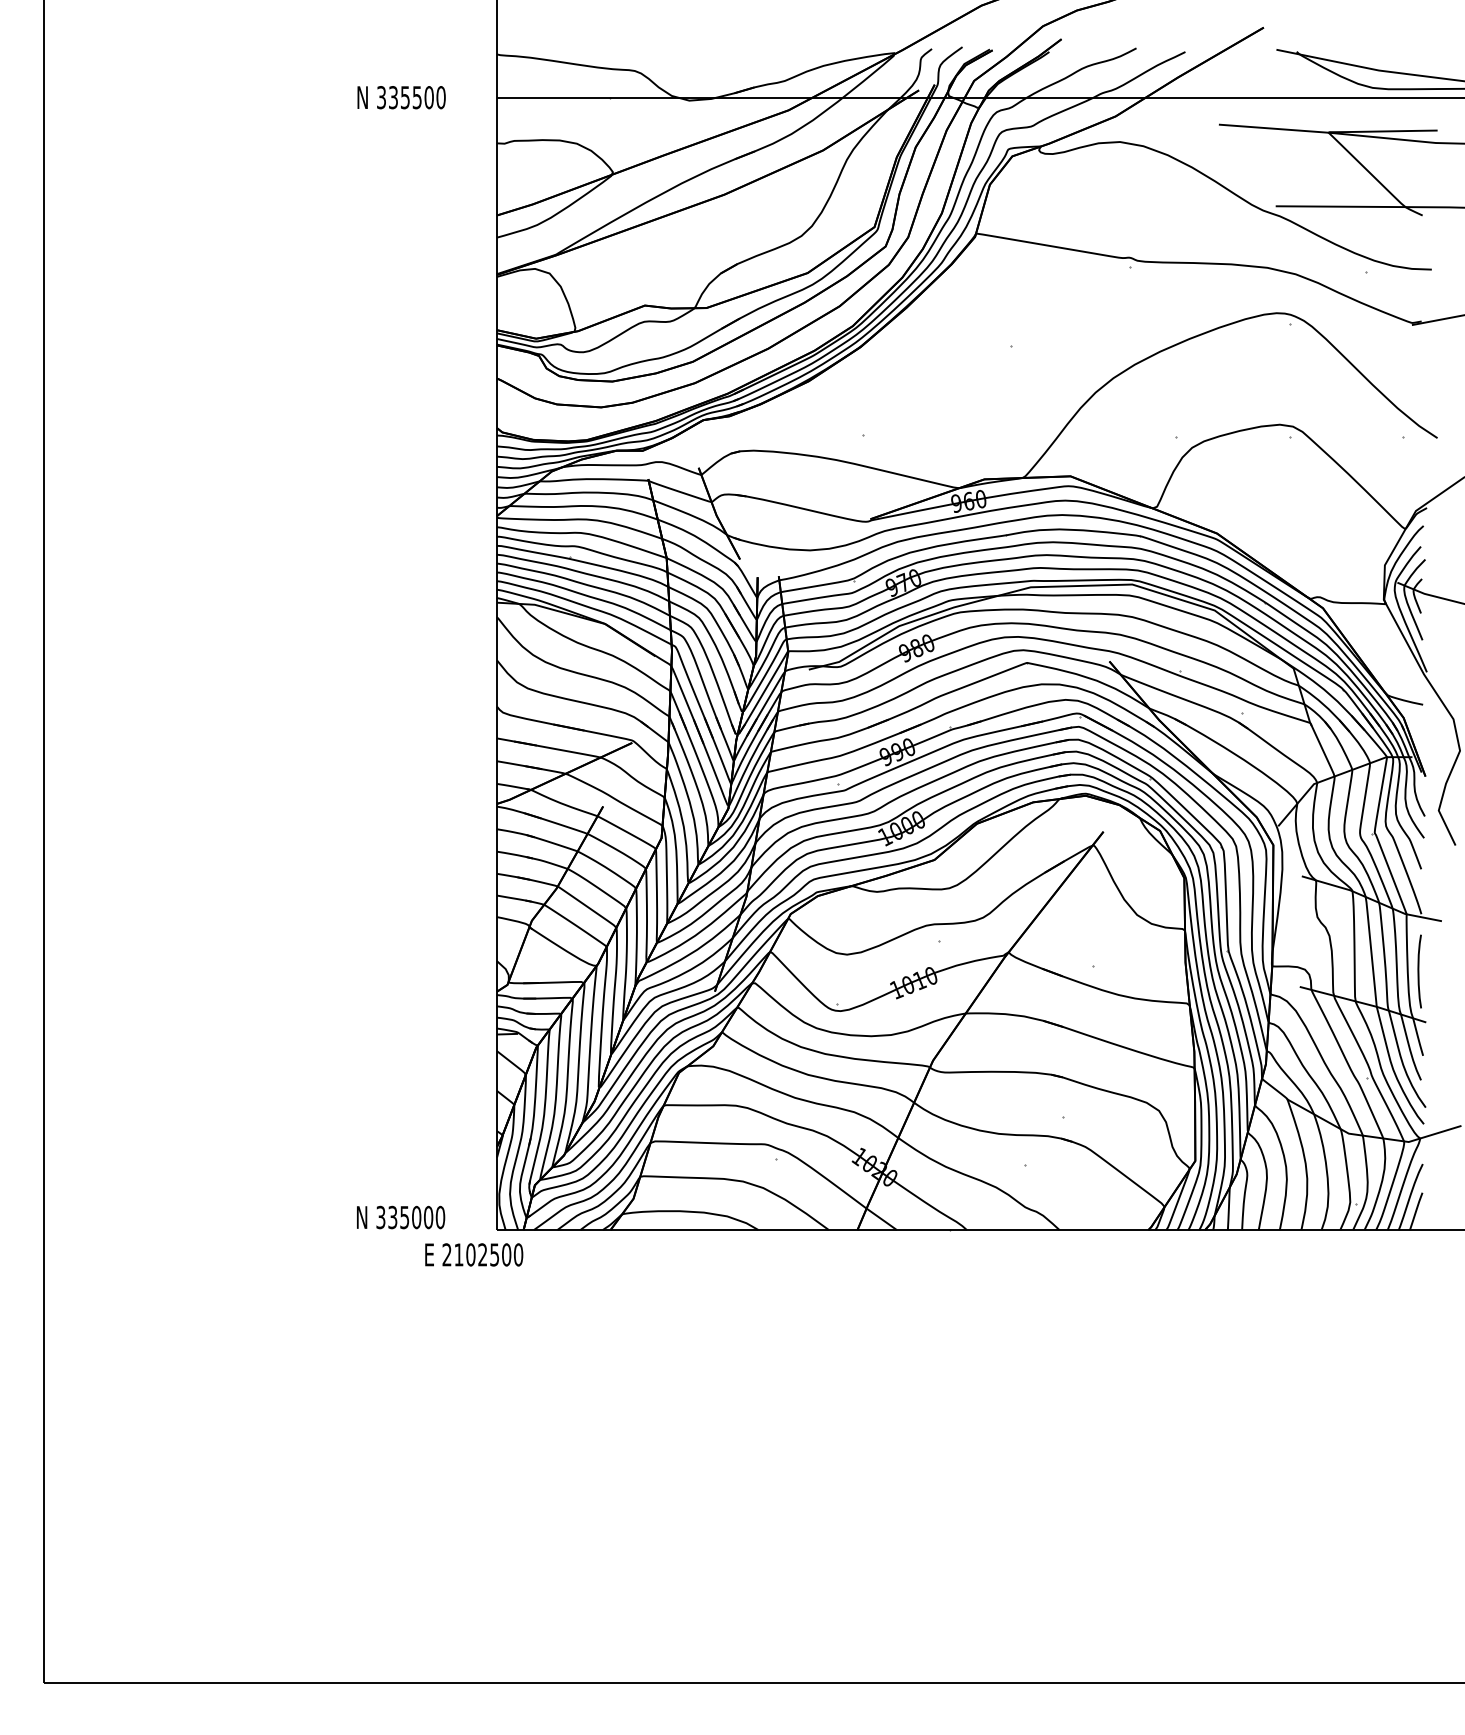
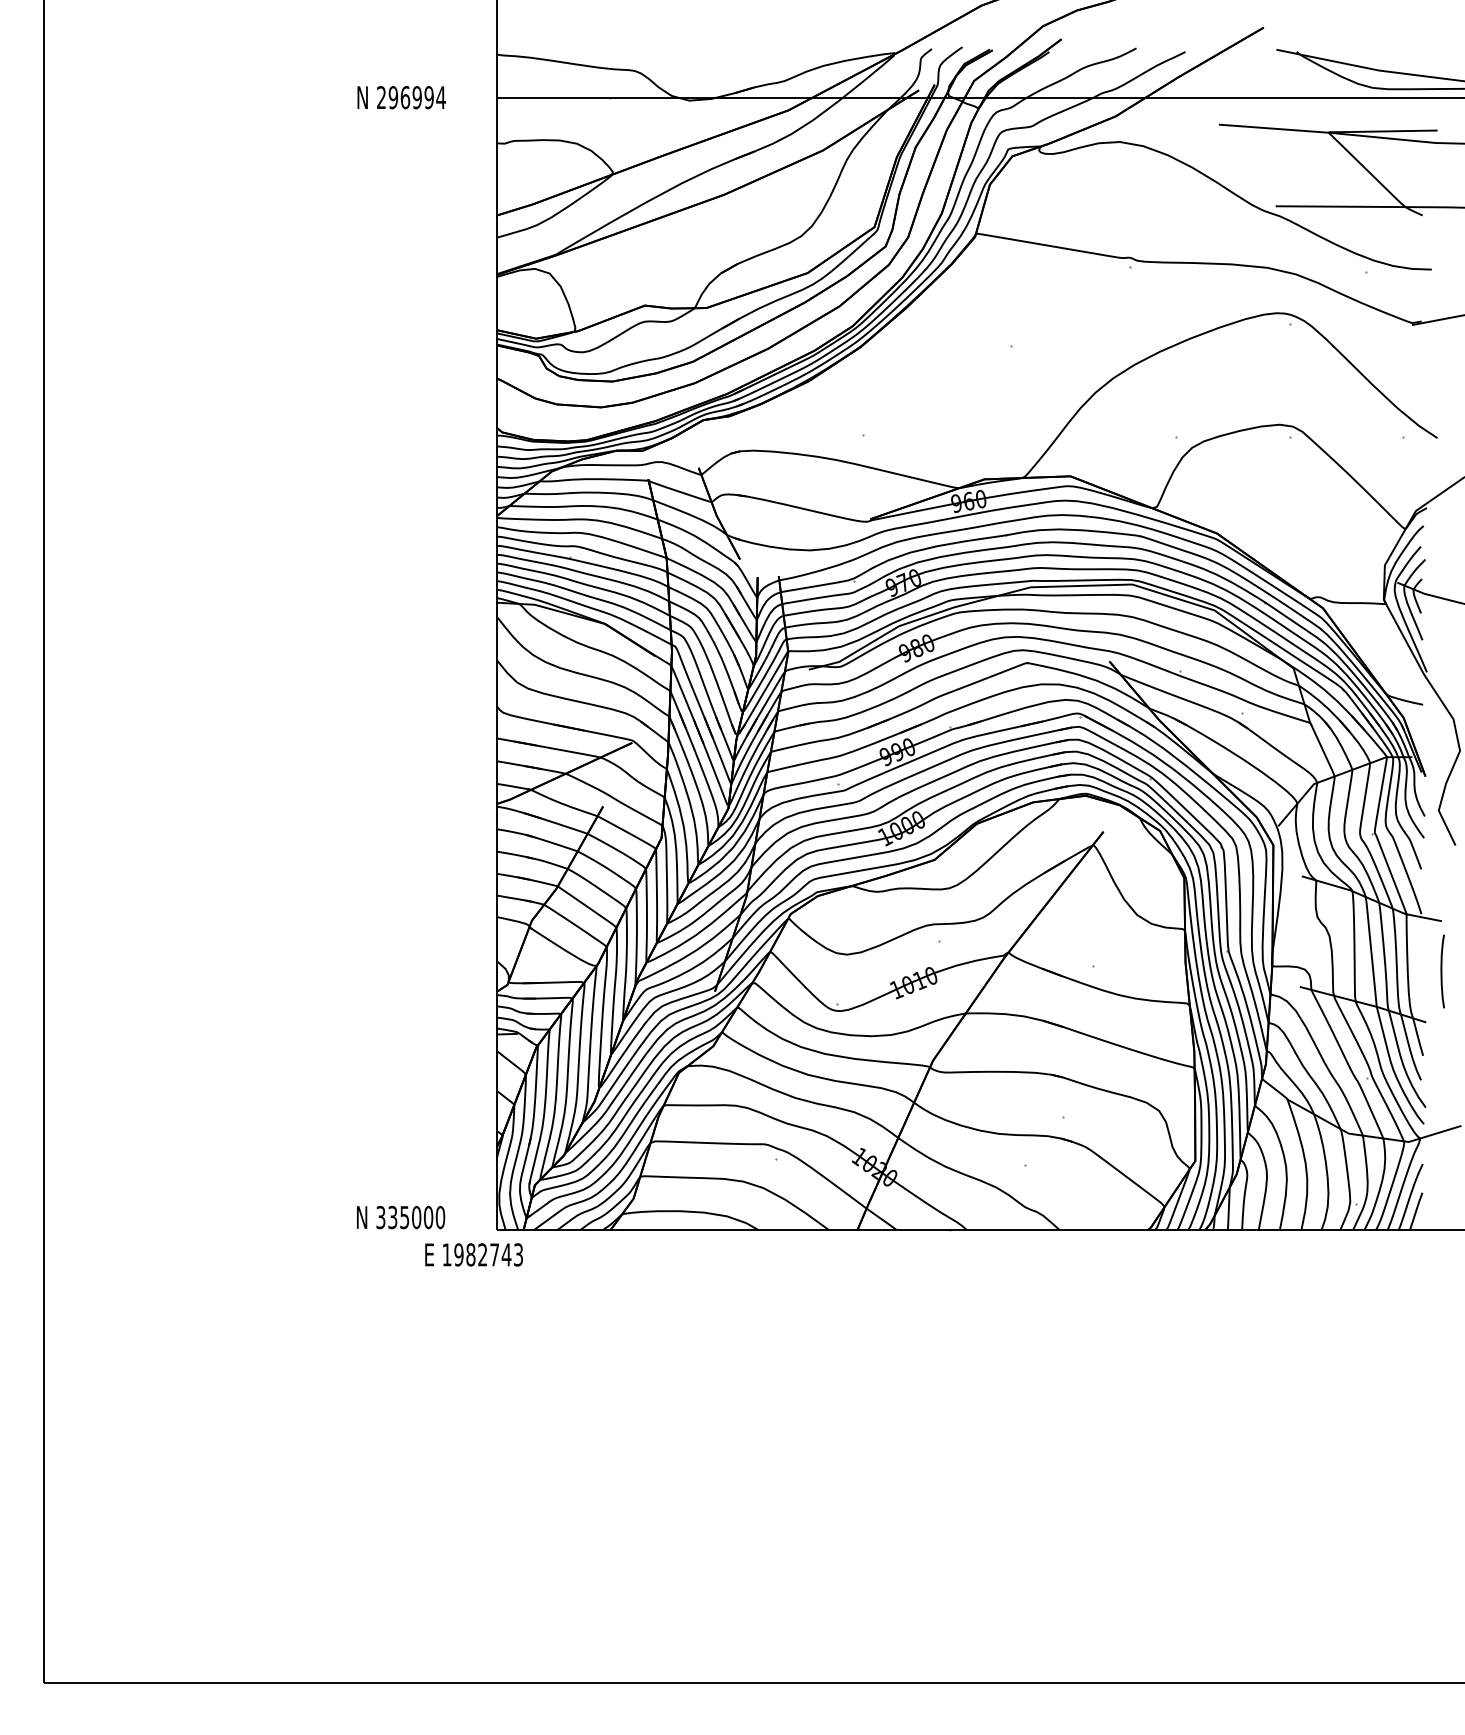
text at (411, 97): 335500 -> 296994
curve at (1419, 971) position: (1419, 971) -> (1442, 971)
text at (482, 1254): 2102500 -> 1982743
